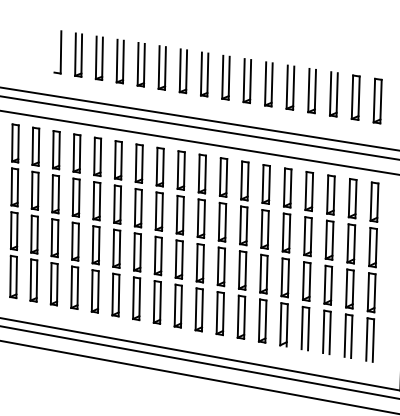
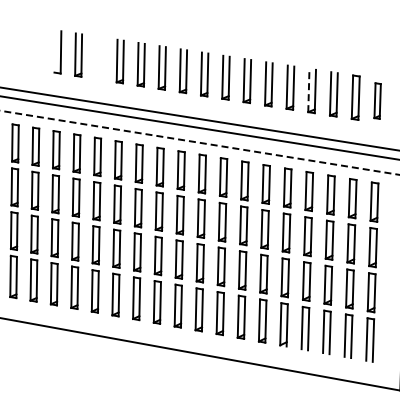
part at (98, 57): present -> none
line at (308, 90): solid -> dashed
part at (377, 100) size: 11x48 px -> 9x38 px
line at (200, 142): solid -> dashed
line at (199, 362): present -> none
line at (197, 376): present -> none
